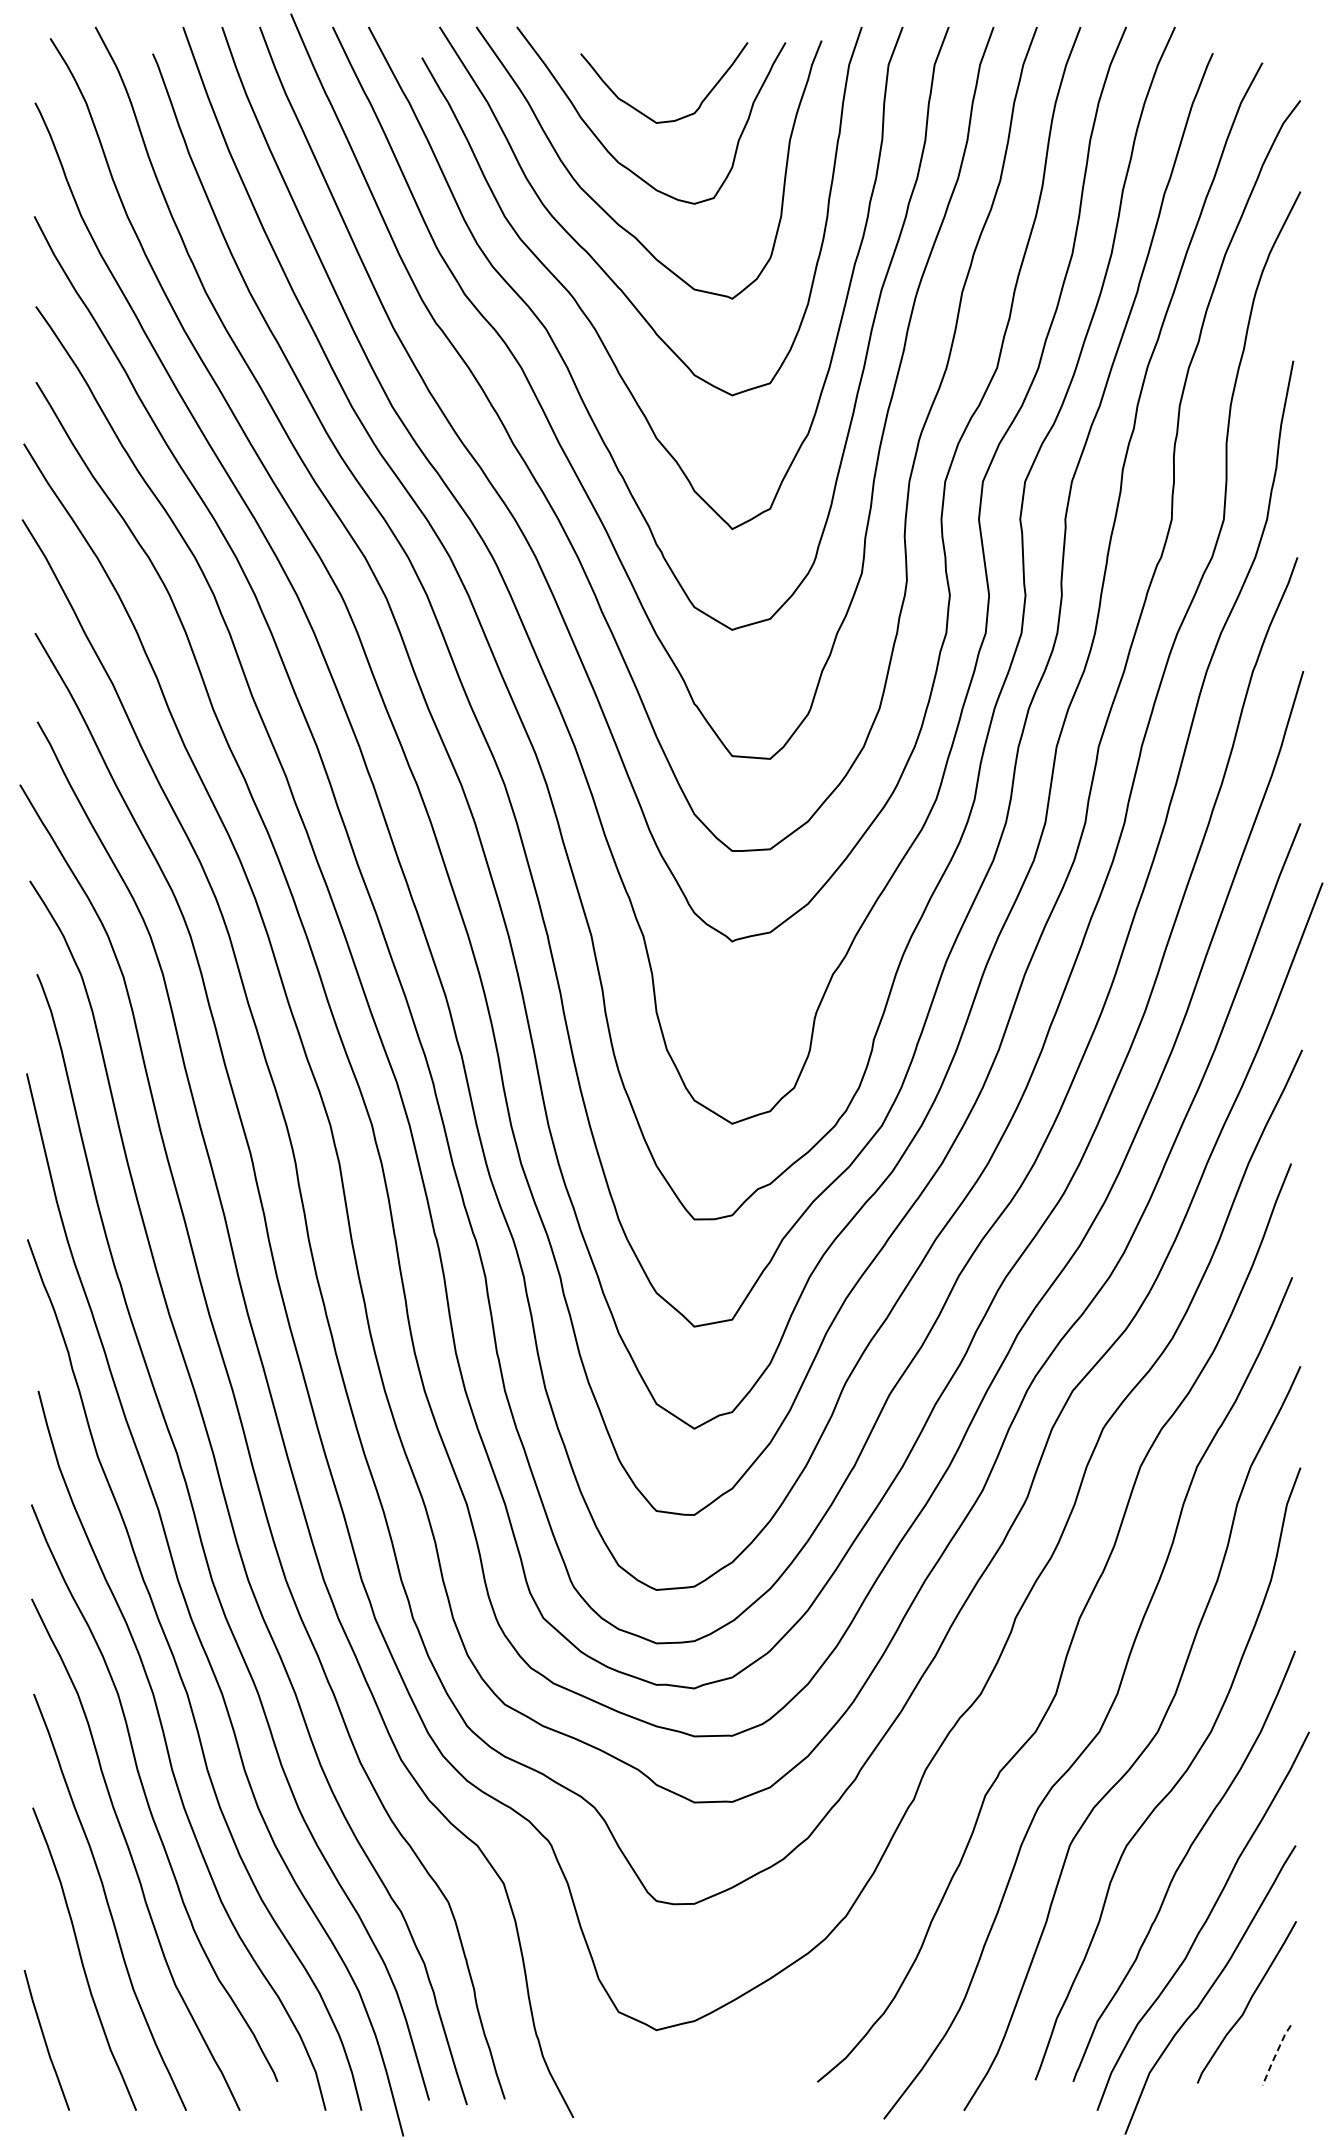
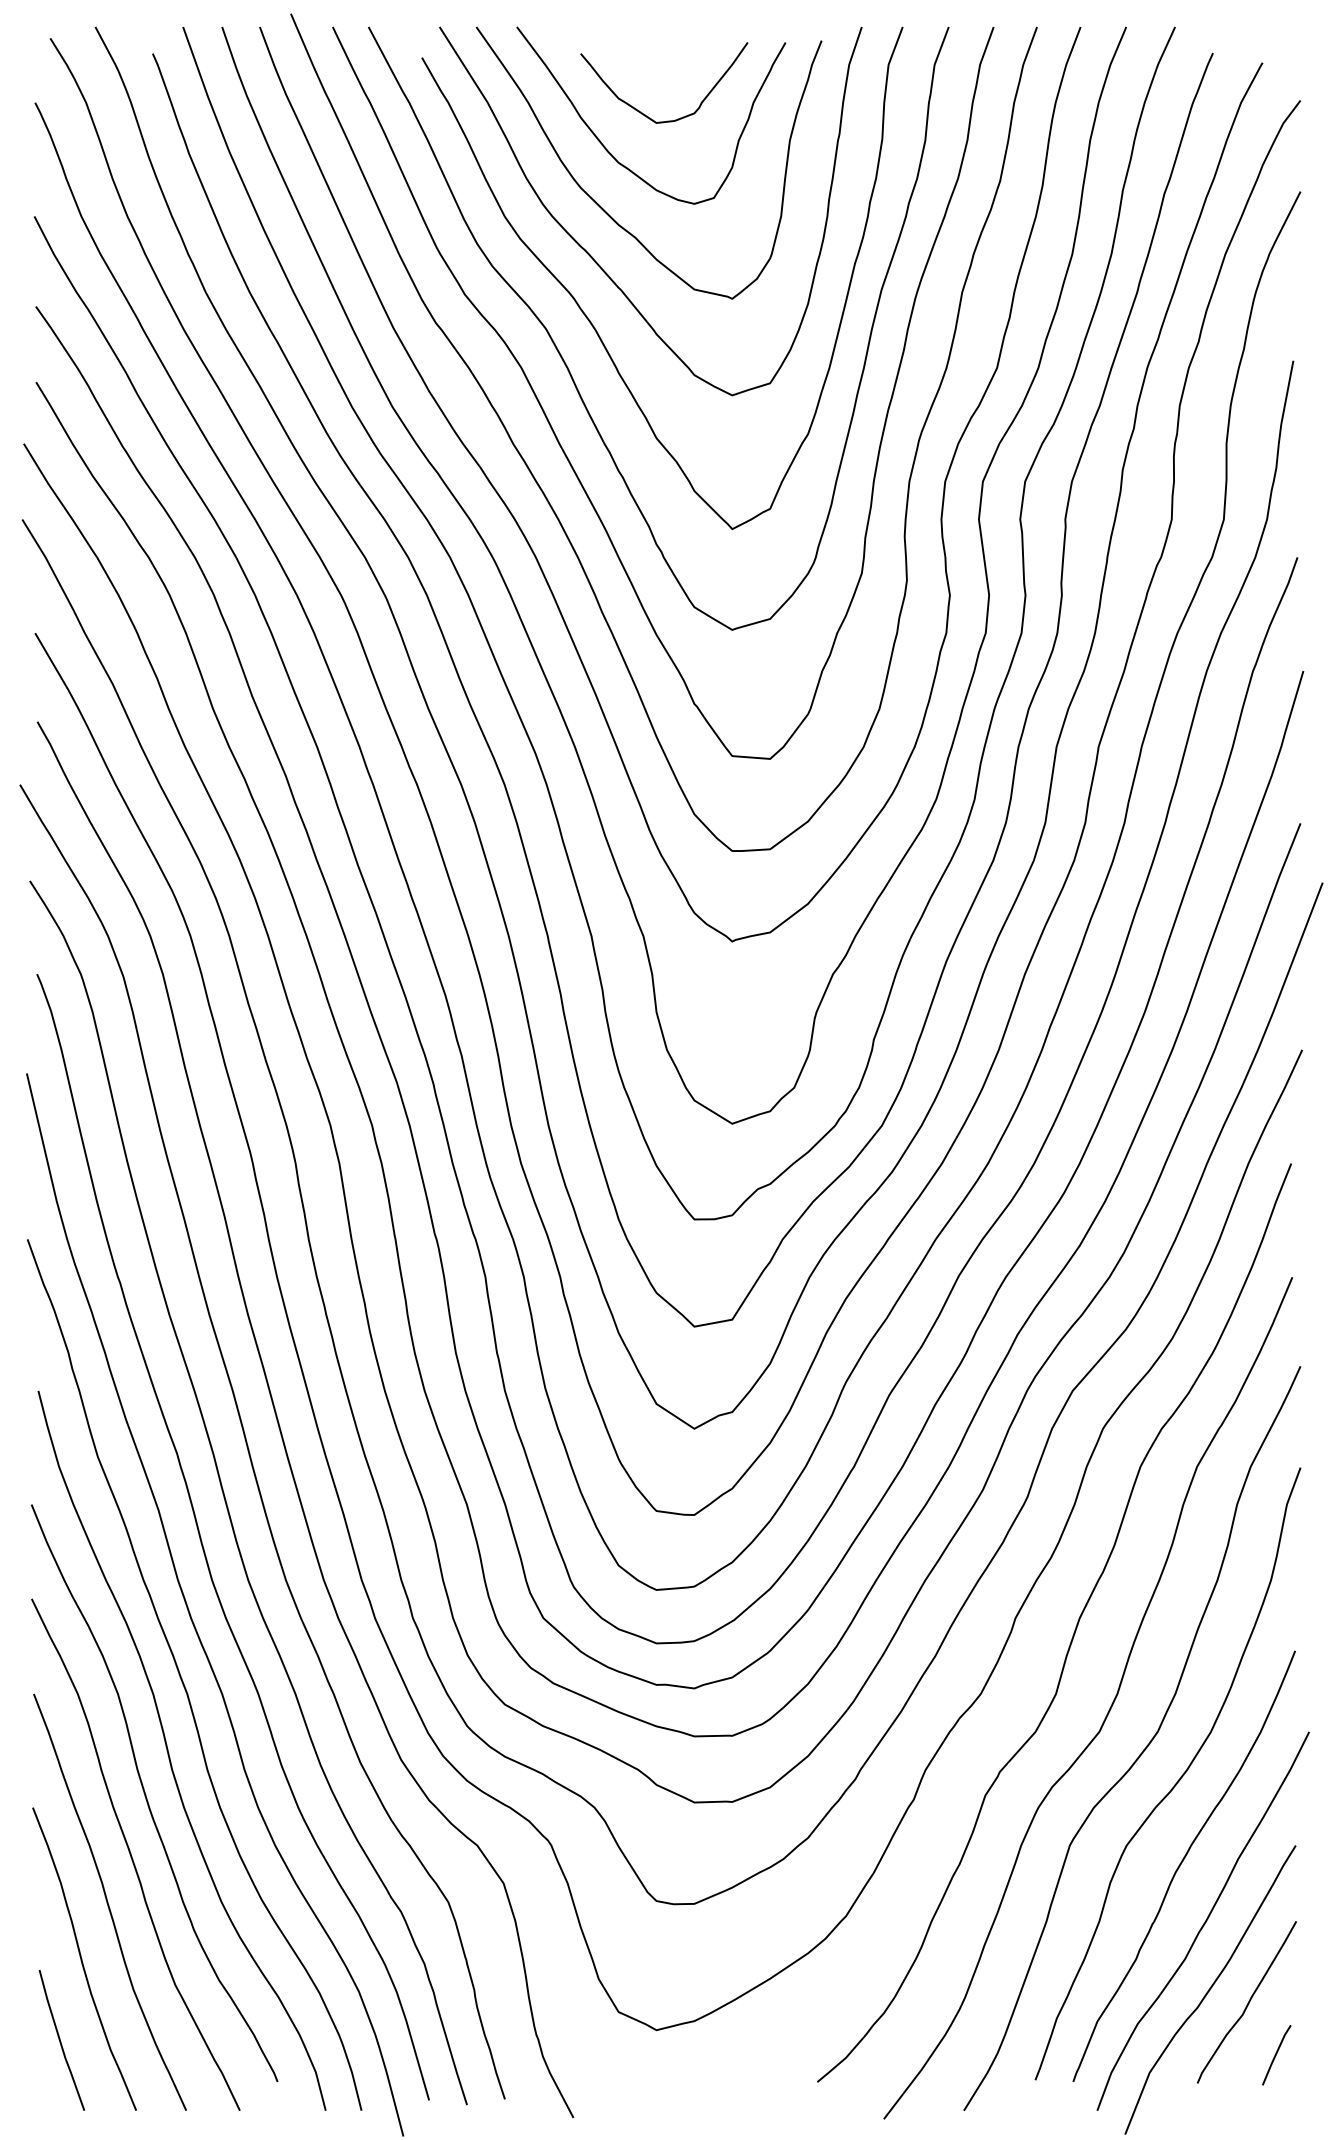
line at (45, 2040) position: (45, 2040) -> (60, 2040)
line at (1275, 2054): dashed -> solid
